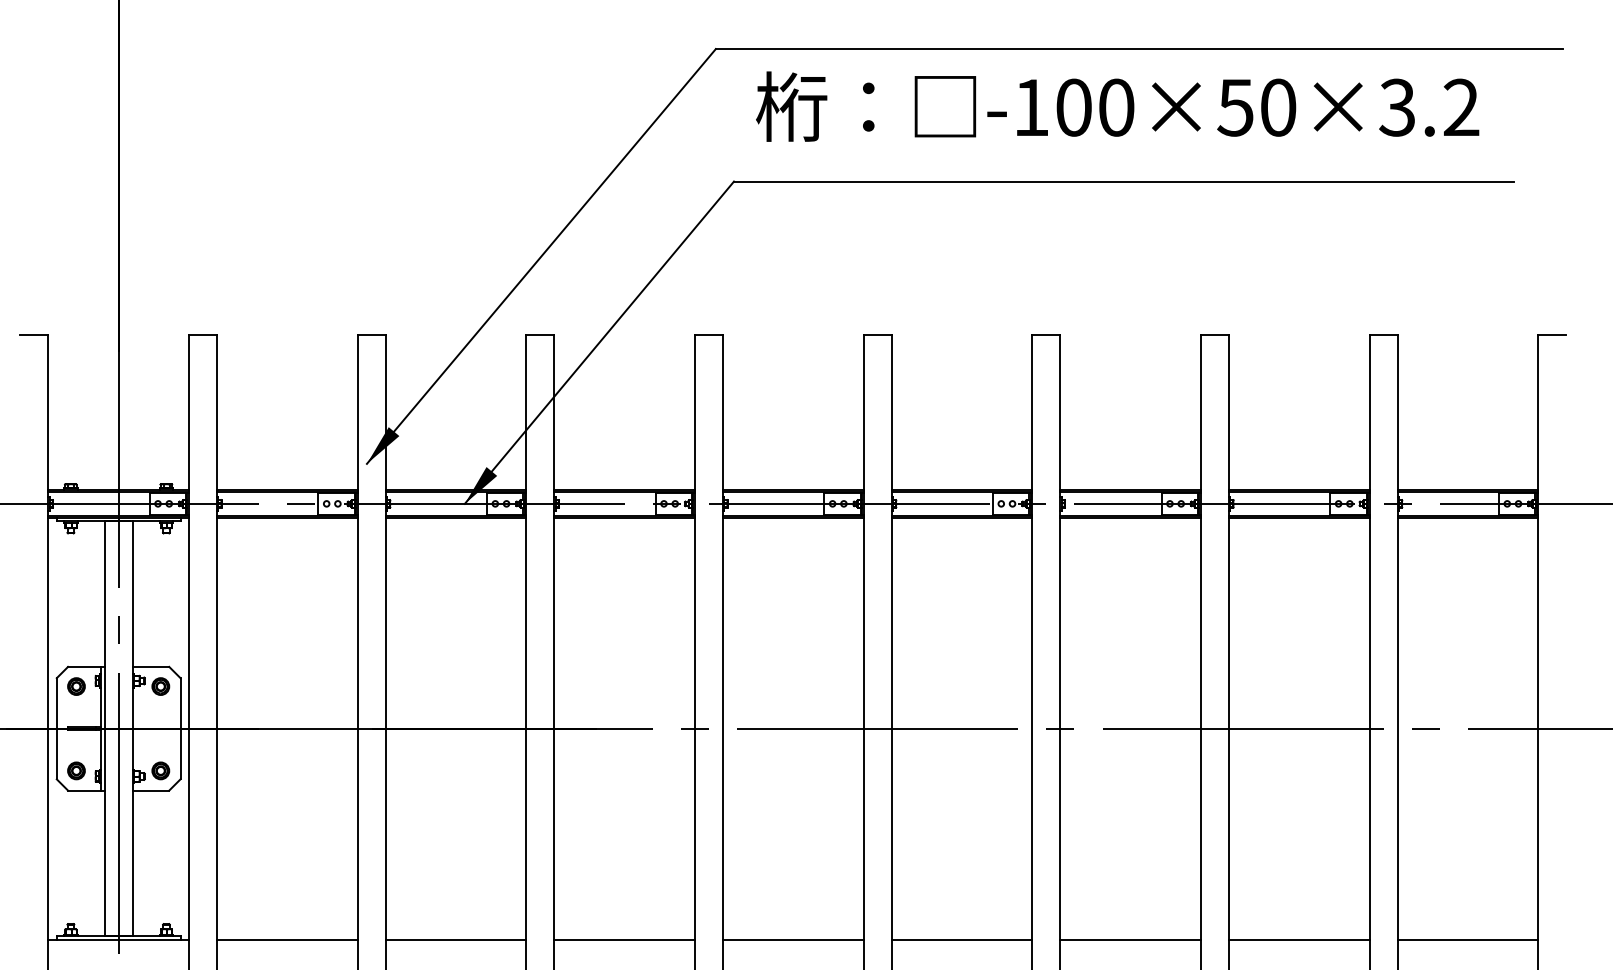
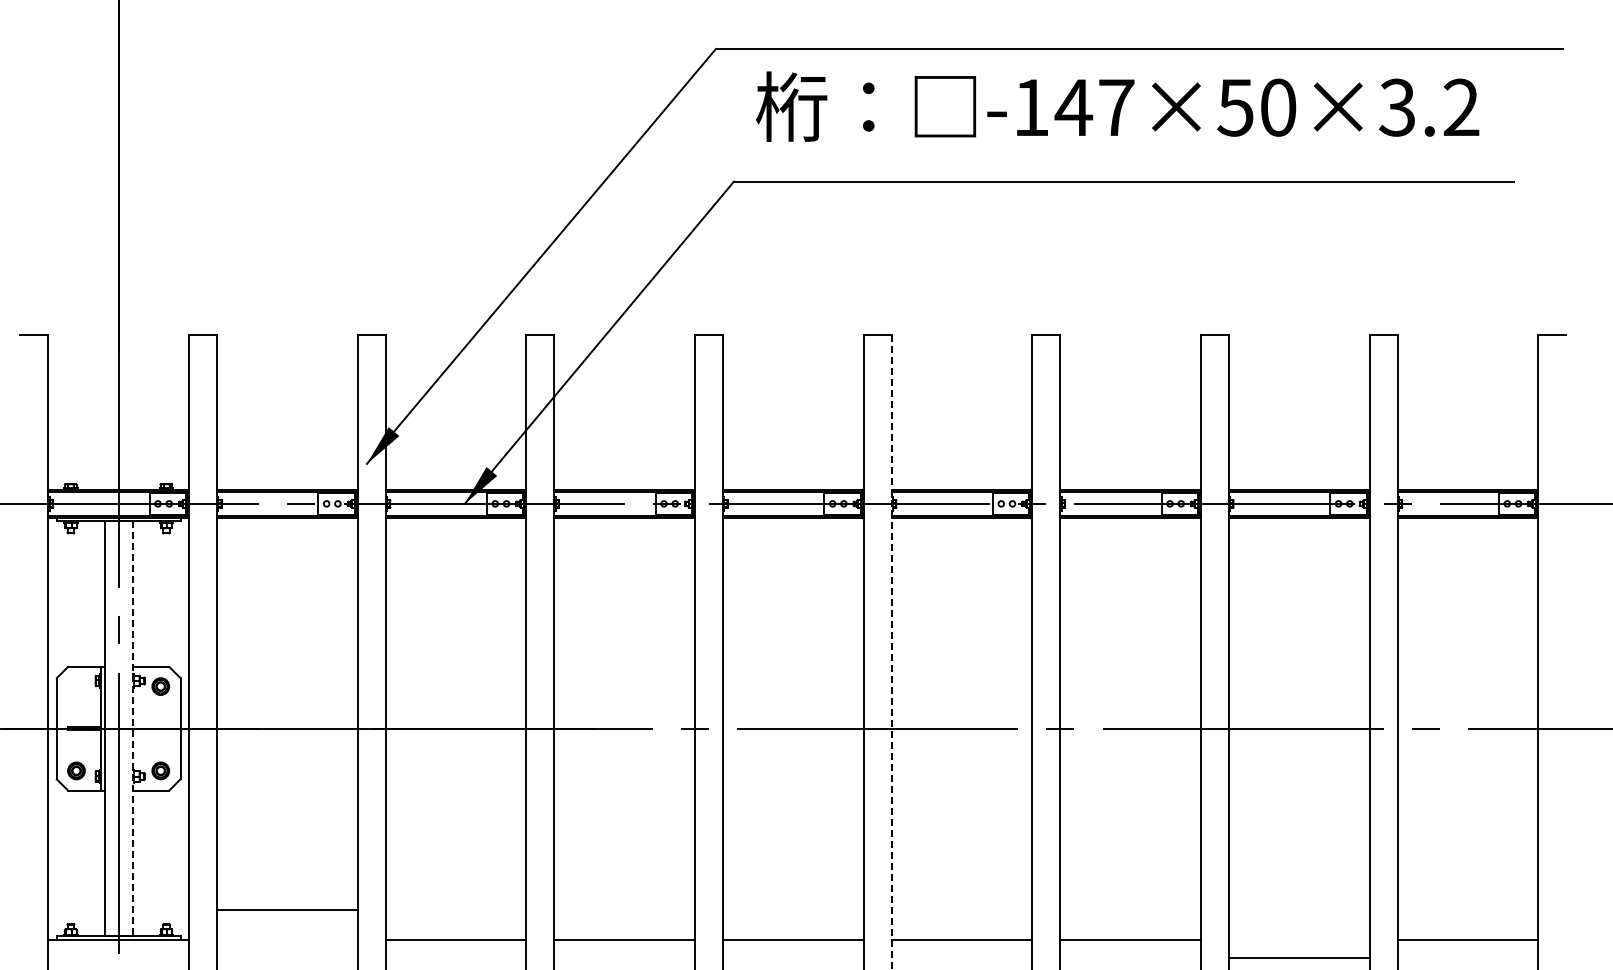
text at (1094, 107): -100×50×3.2 -> -147×50×3.2
line at (891, 652): solid -> dashed
part at (76, 686): present -> none
line at (132, 729): solid -> dashed
line at (287, 939) position: (287, 939) -> (287, 909)
line at (1298, 939) position: (1298, 939) -> (1298, 957)
